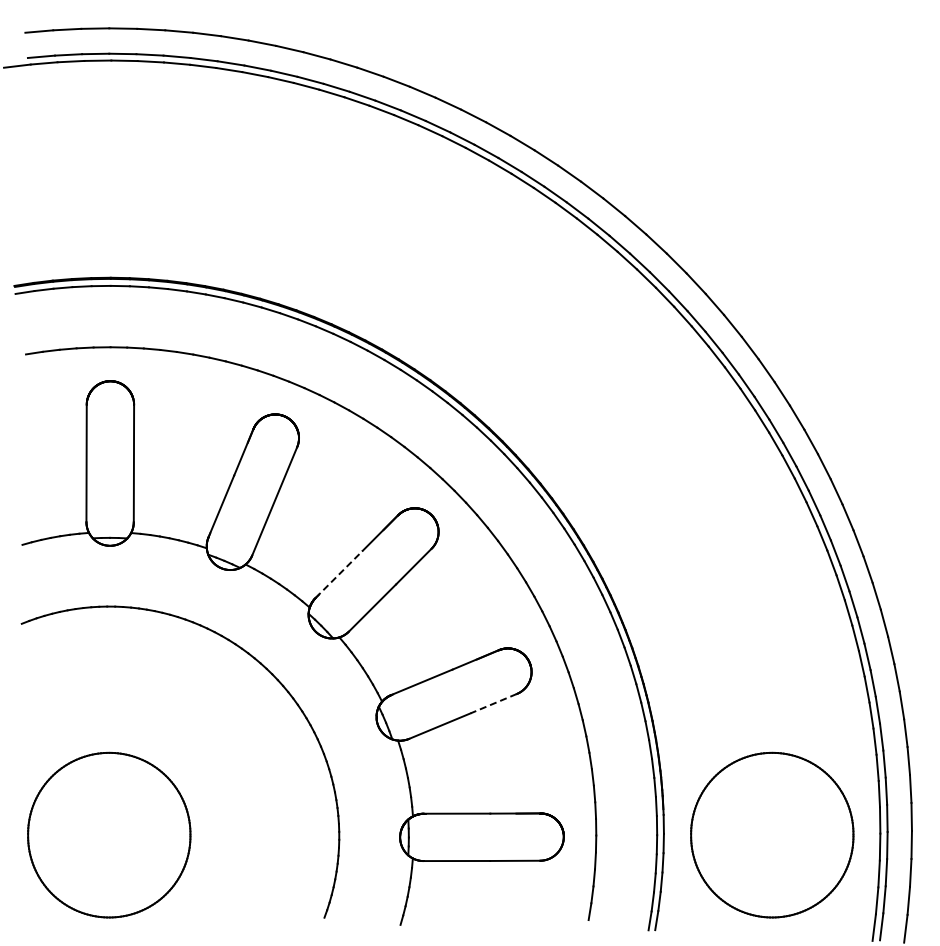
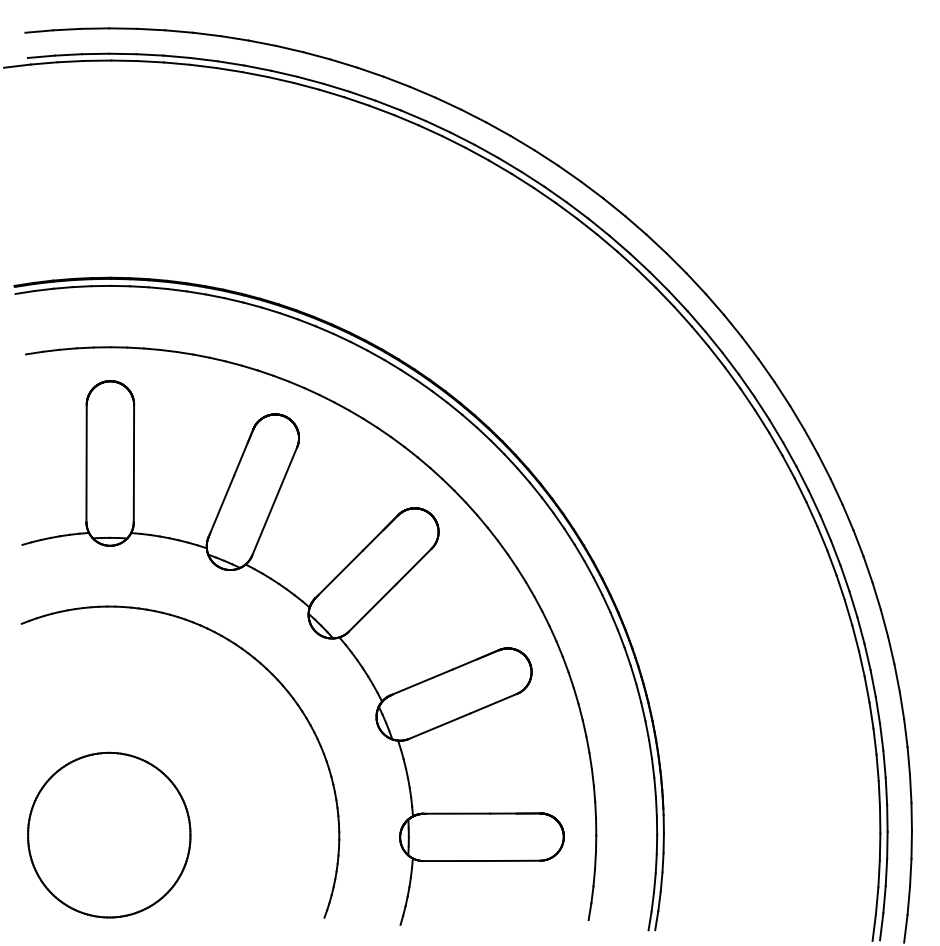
line at (339, 574): dashed -> solid
line at (493, 703): dashed -> solid
part at (772, 834): present -> none
